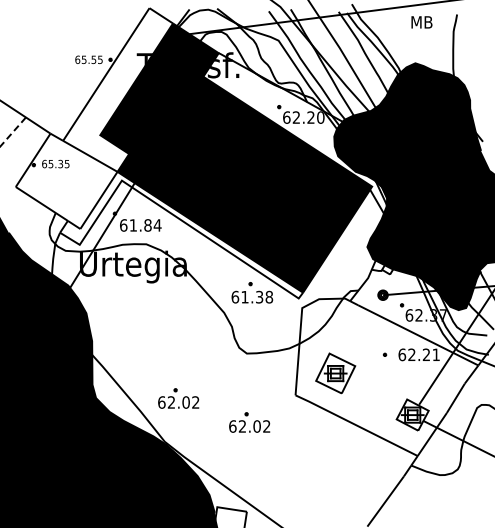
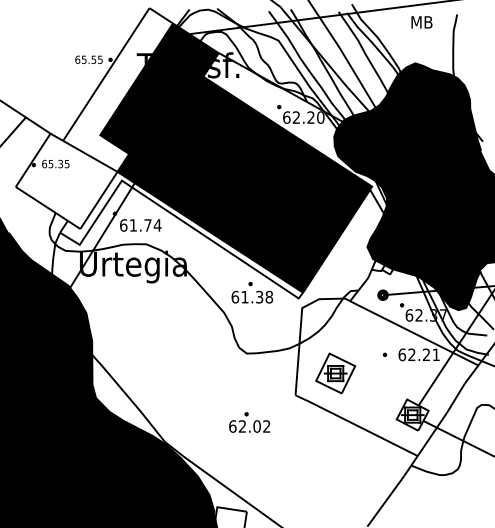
line at (12, 132): dashed -> solid
text at (147, 225): 61.84 -> 61.74
part at (178, 398): present -> none
